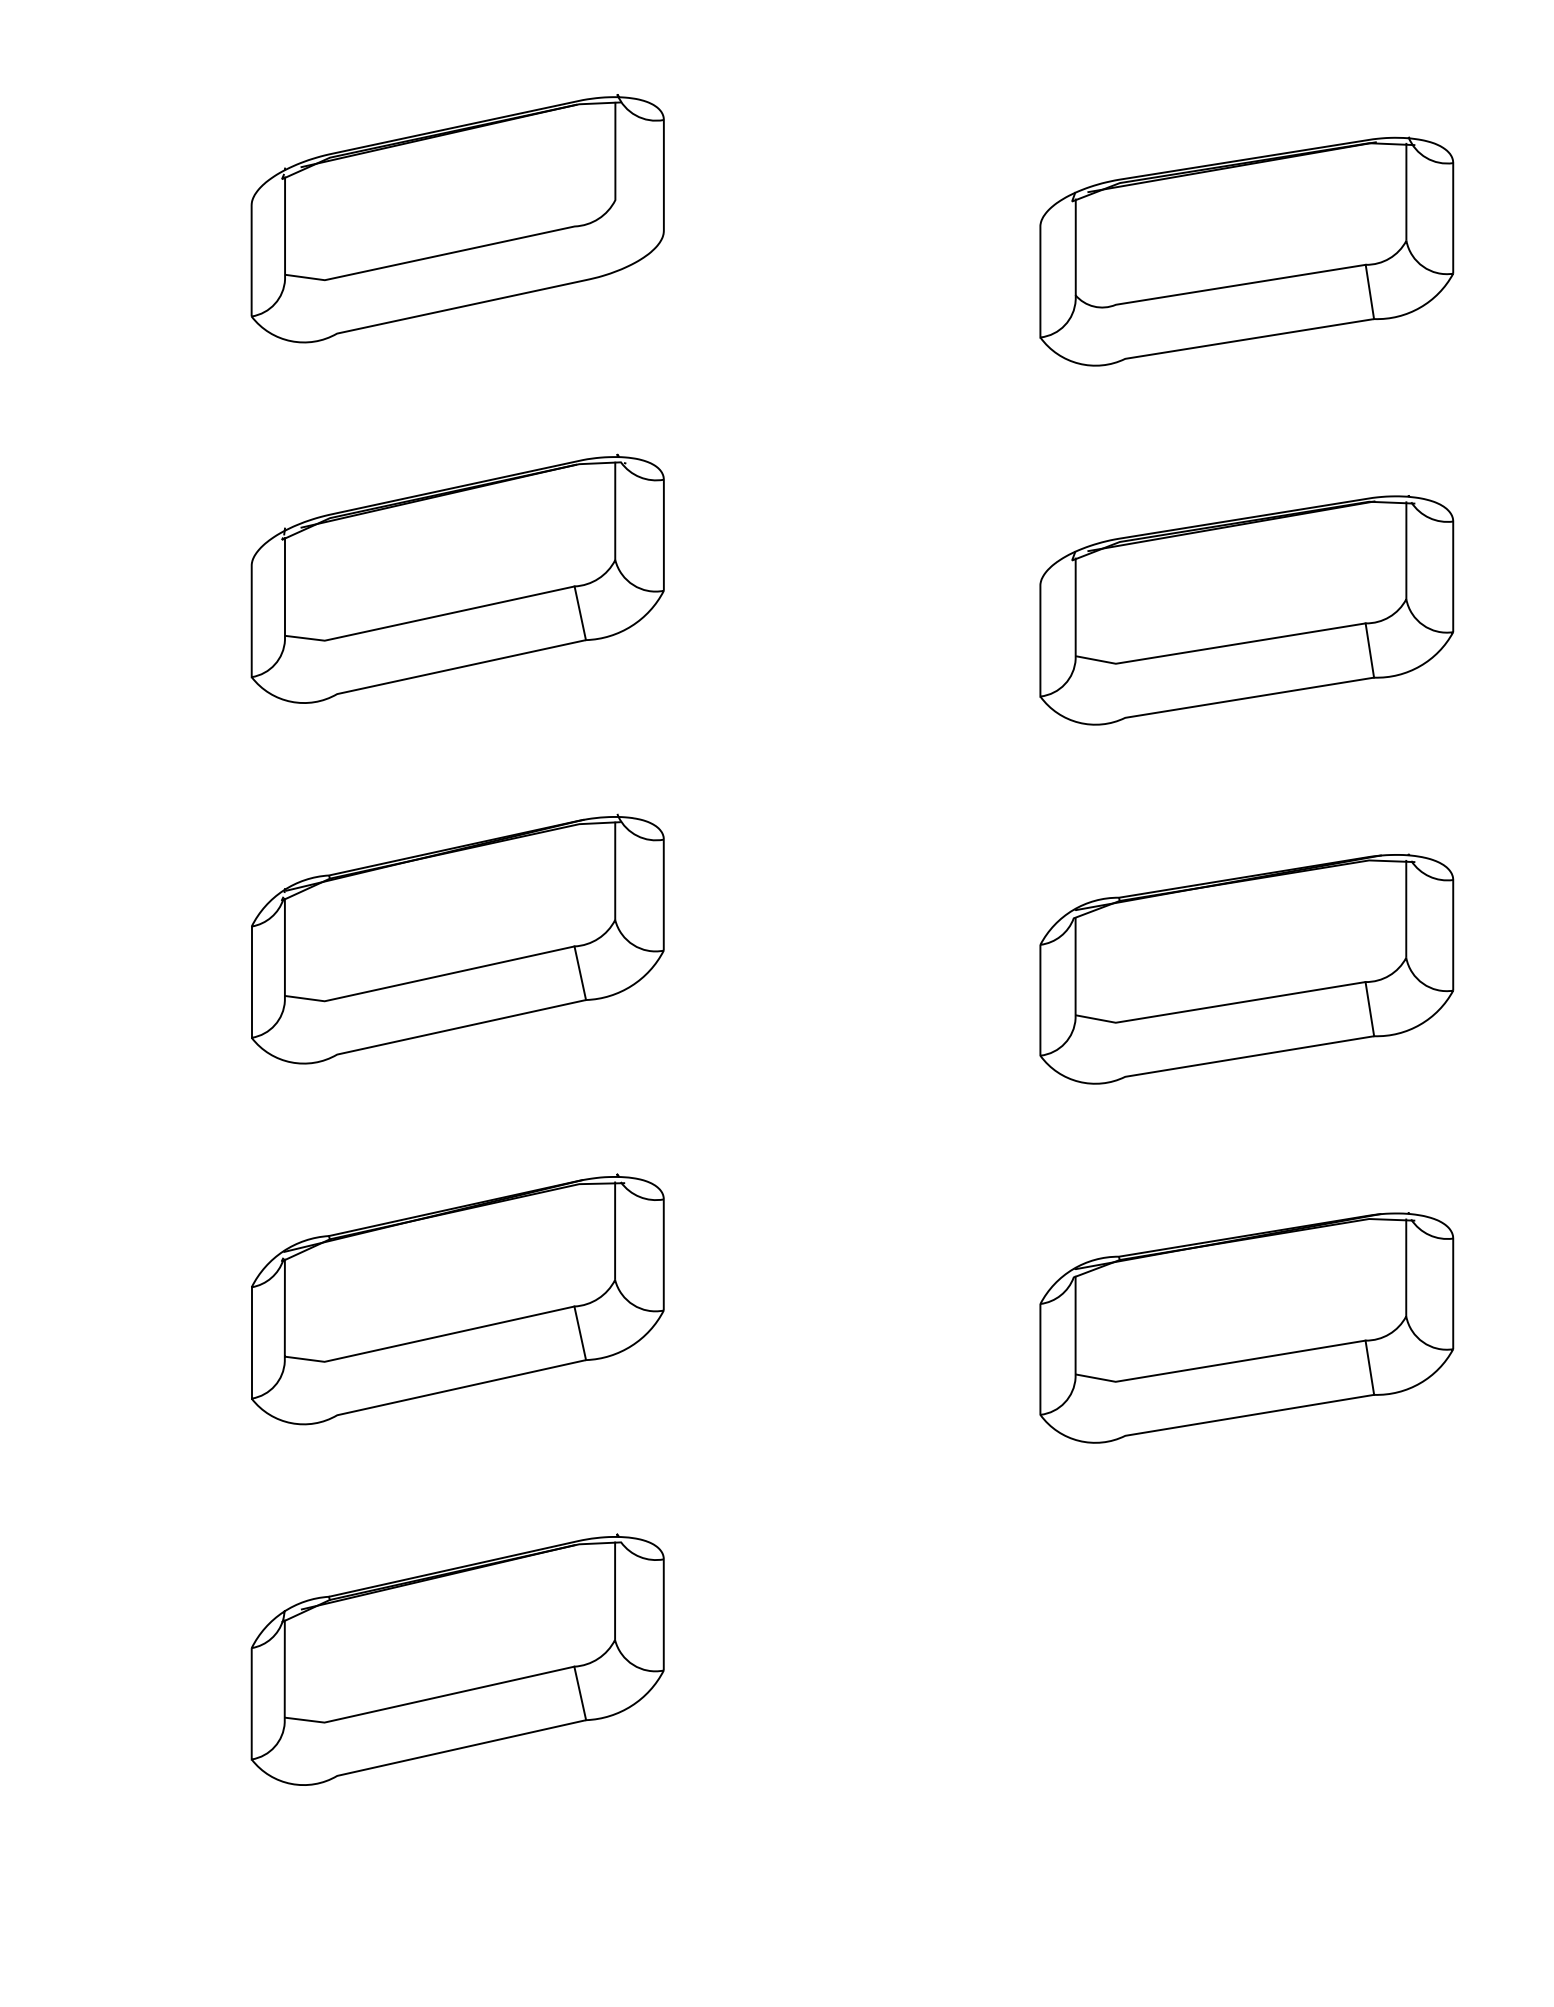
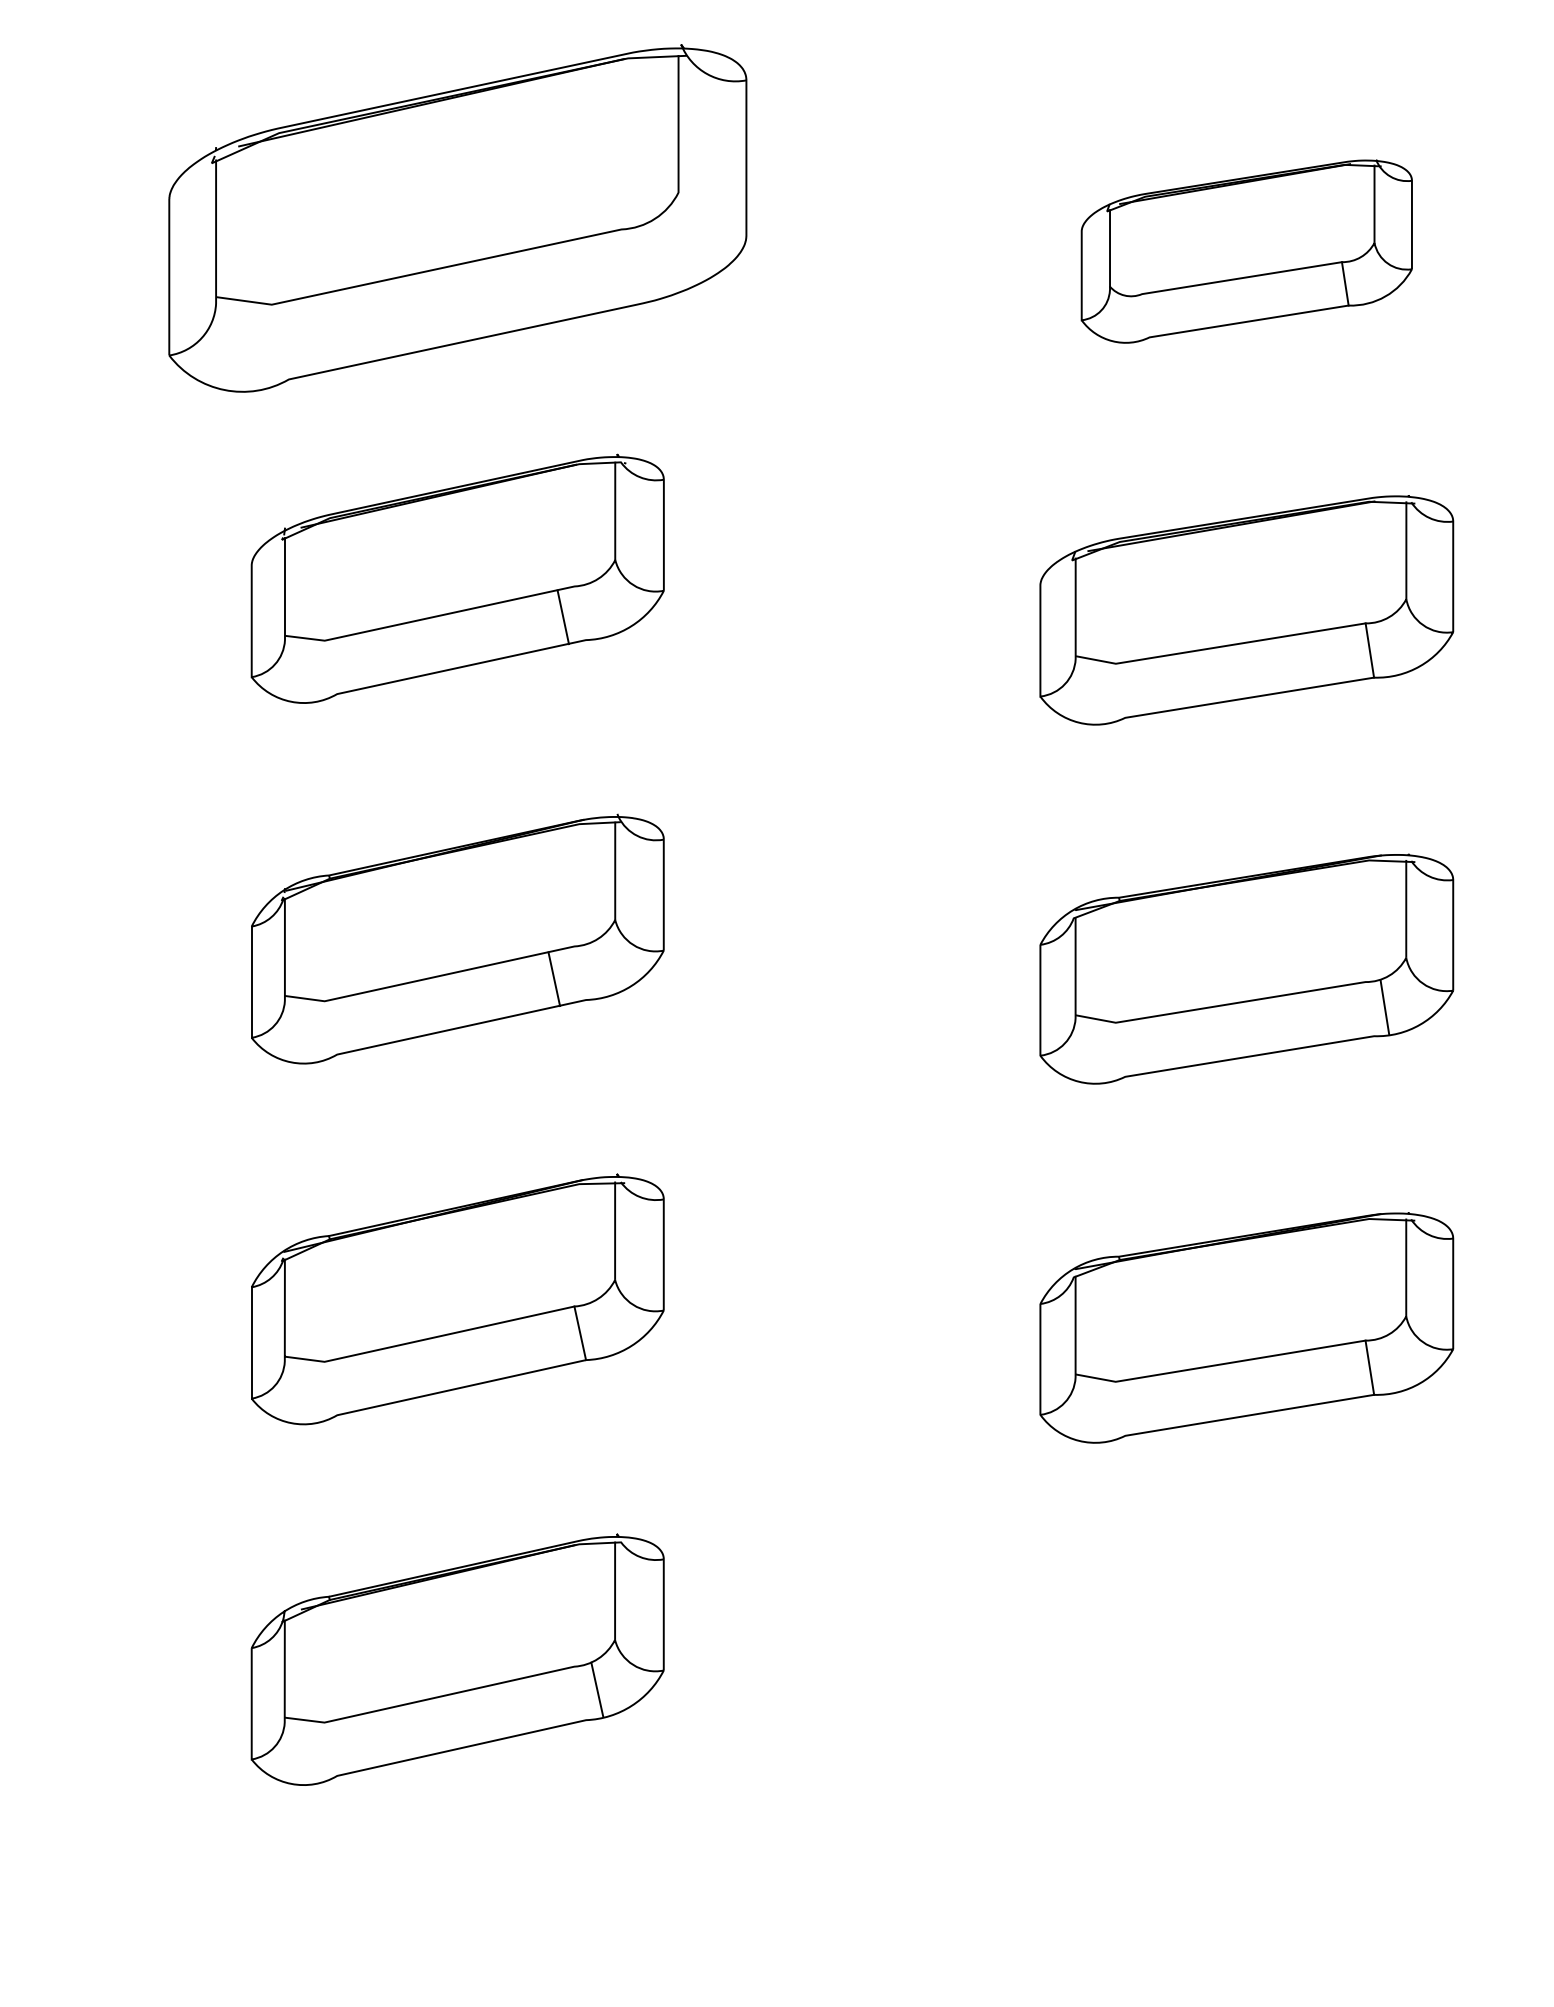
part at (457, 218) size: 415x250 px -> 580x349 px
part at (1246, 251) size: 416x231 px -> 333x185 px
line at (579, 613) position: (579, 613) -> (562, 617)
line at (580, 973) position: (580, 973) -> (554, 979)
line at (1369, 1009) position: (1369, 1009) -> (1384, 1007)
line at (580, 1693) position: (580, 1693) -> (597, 1689)
